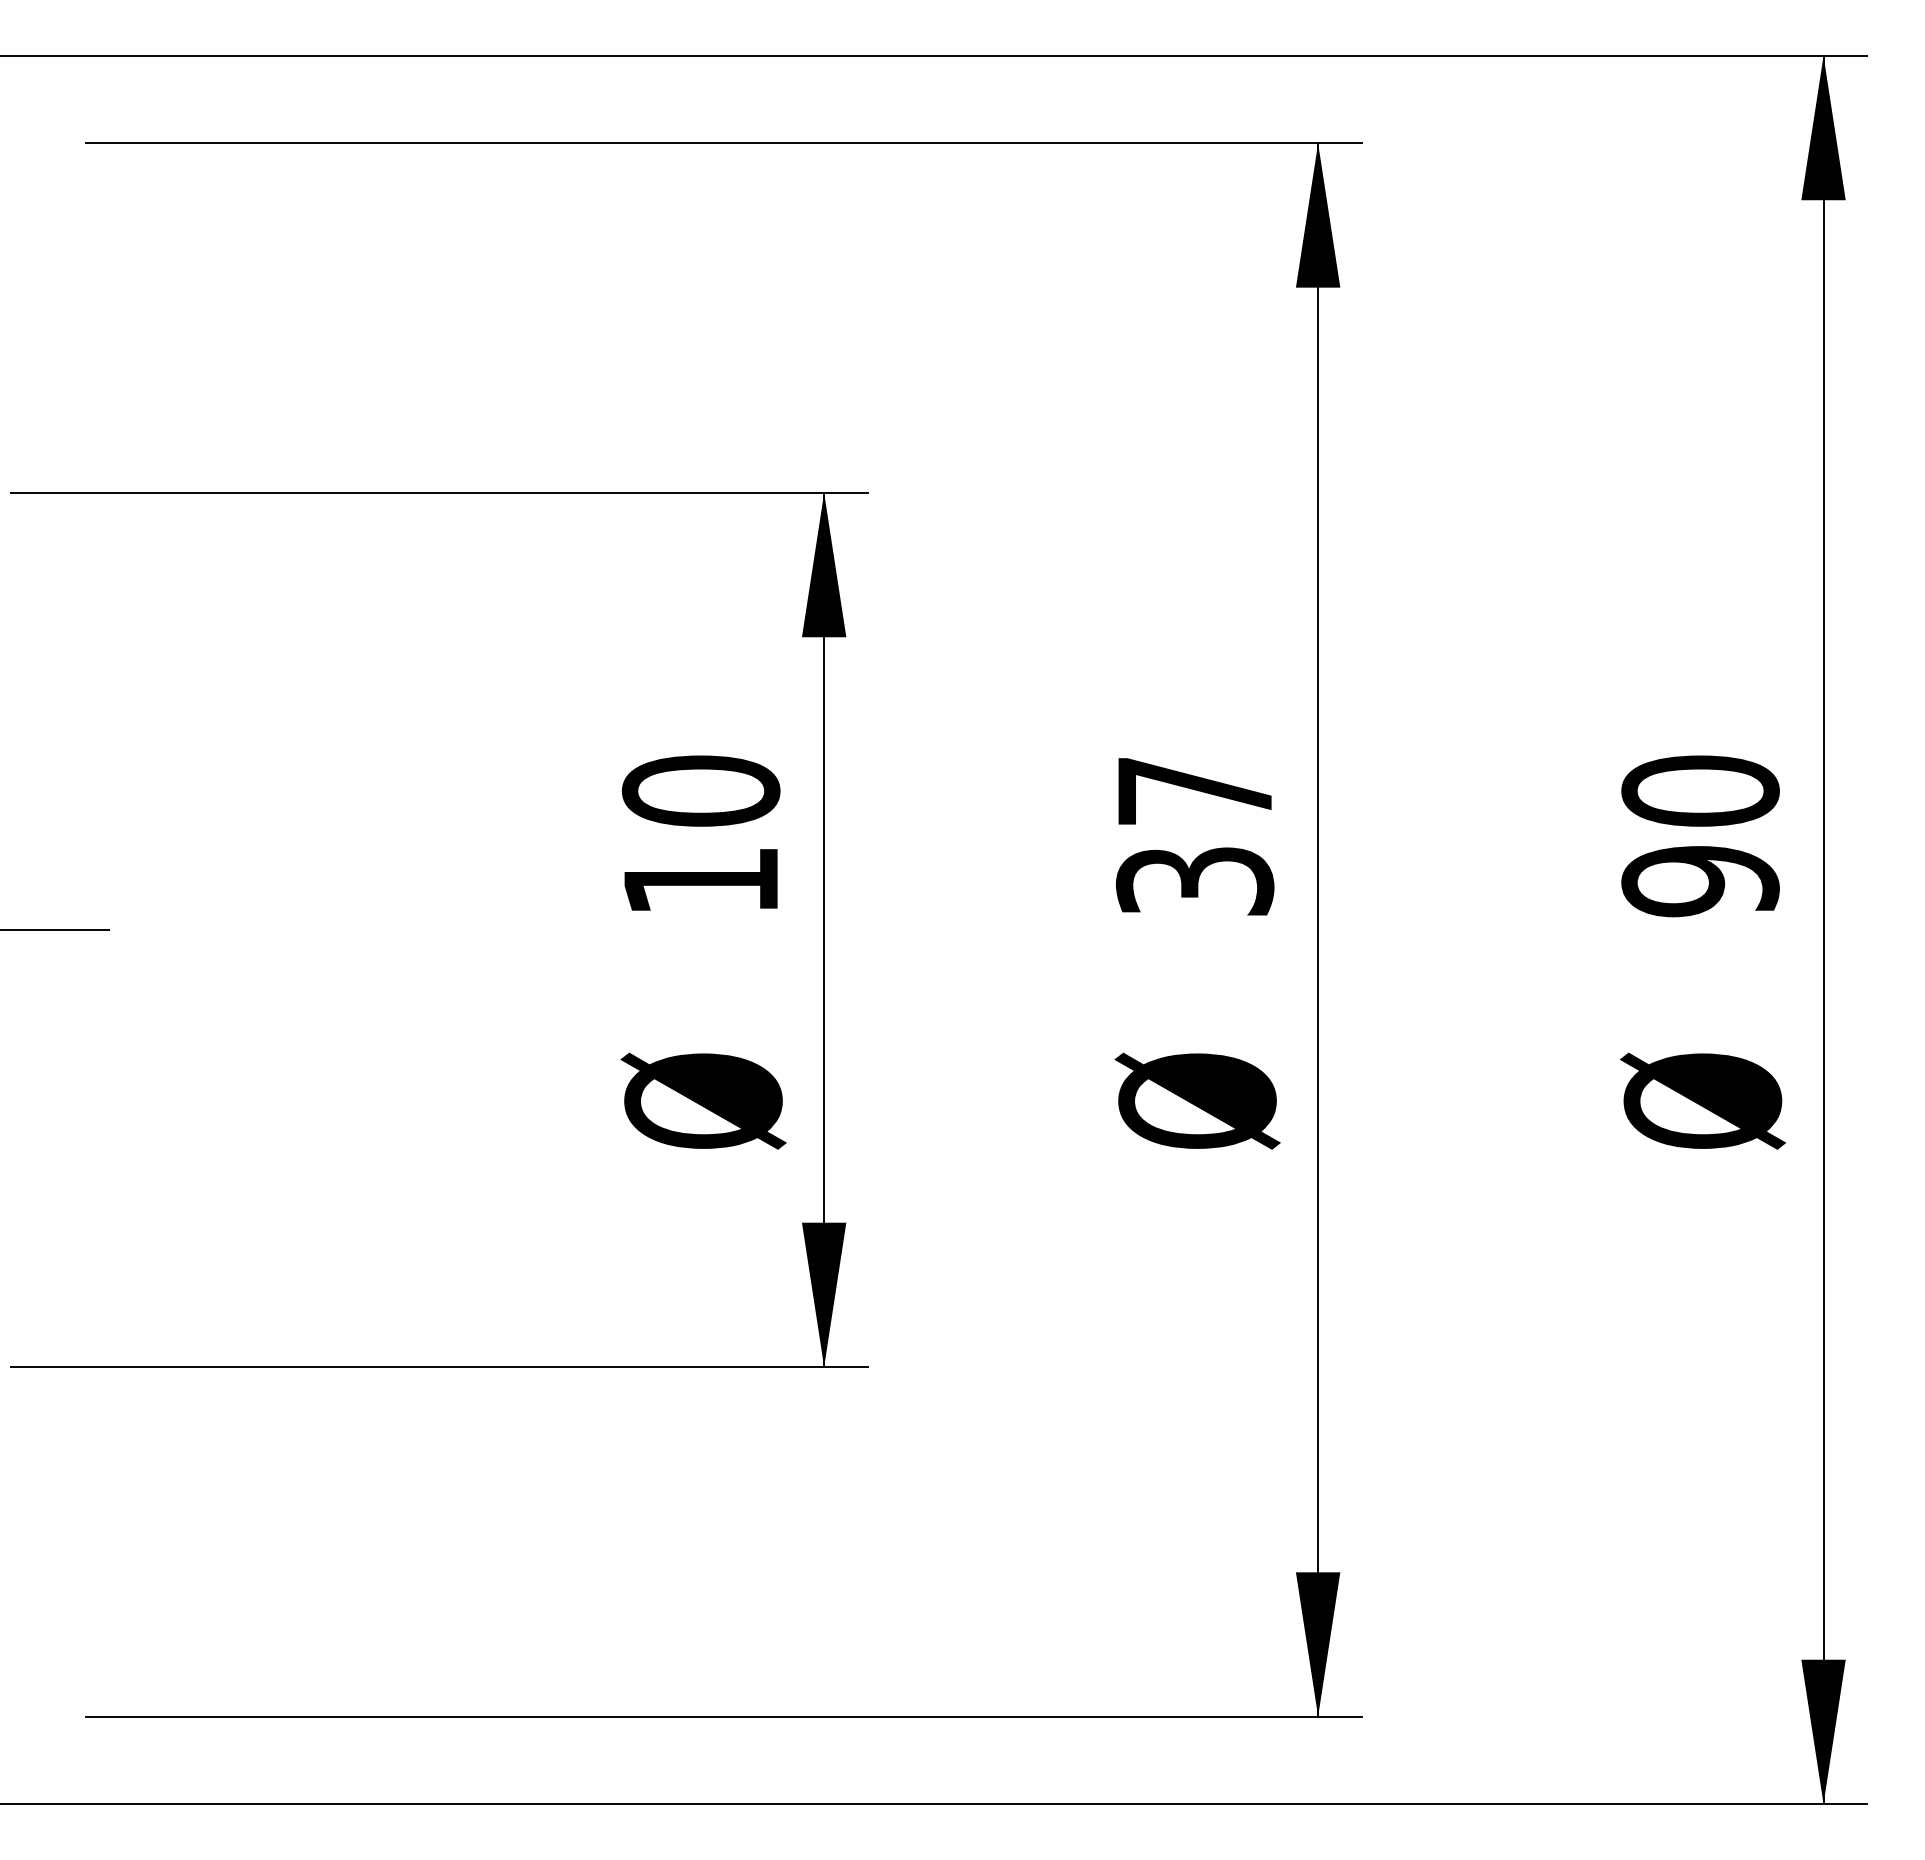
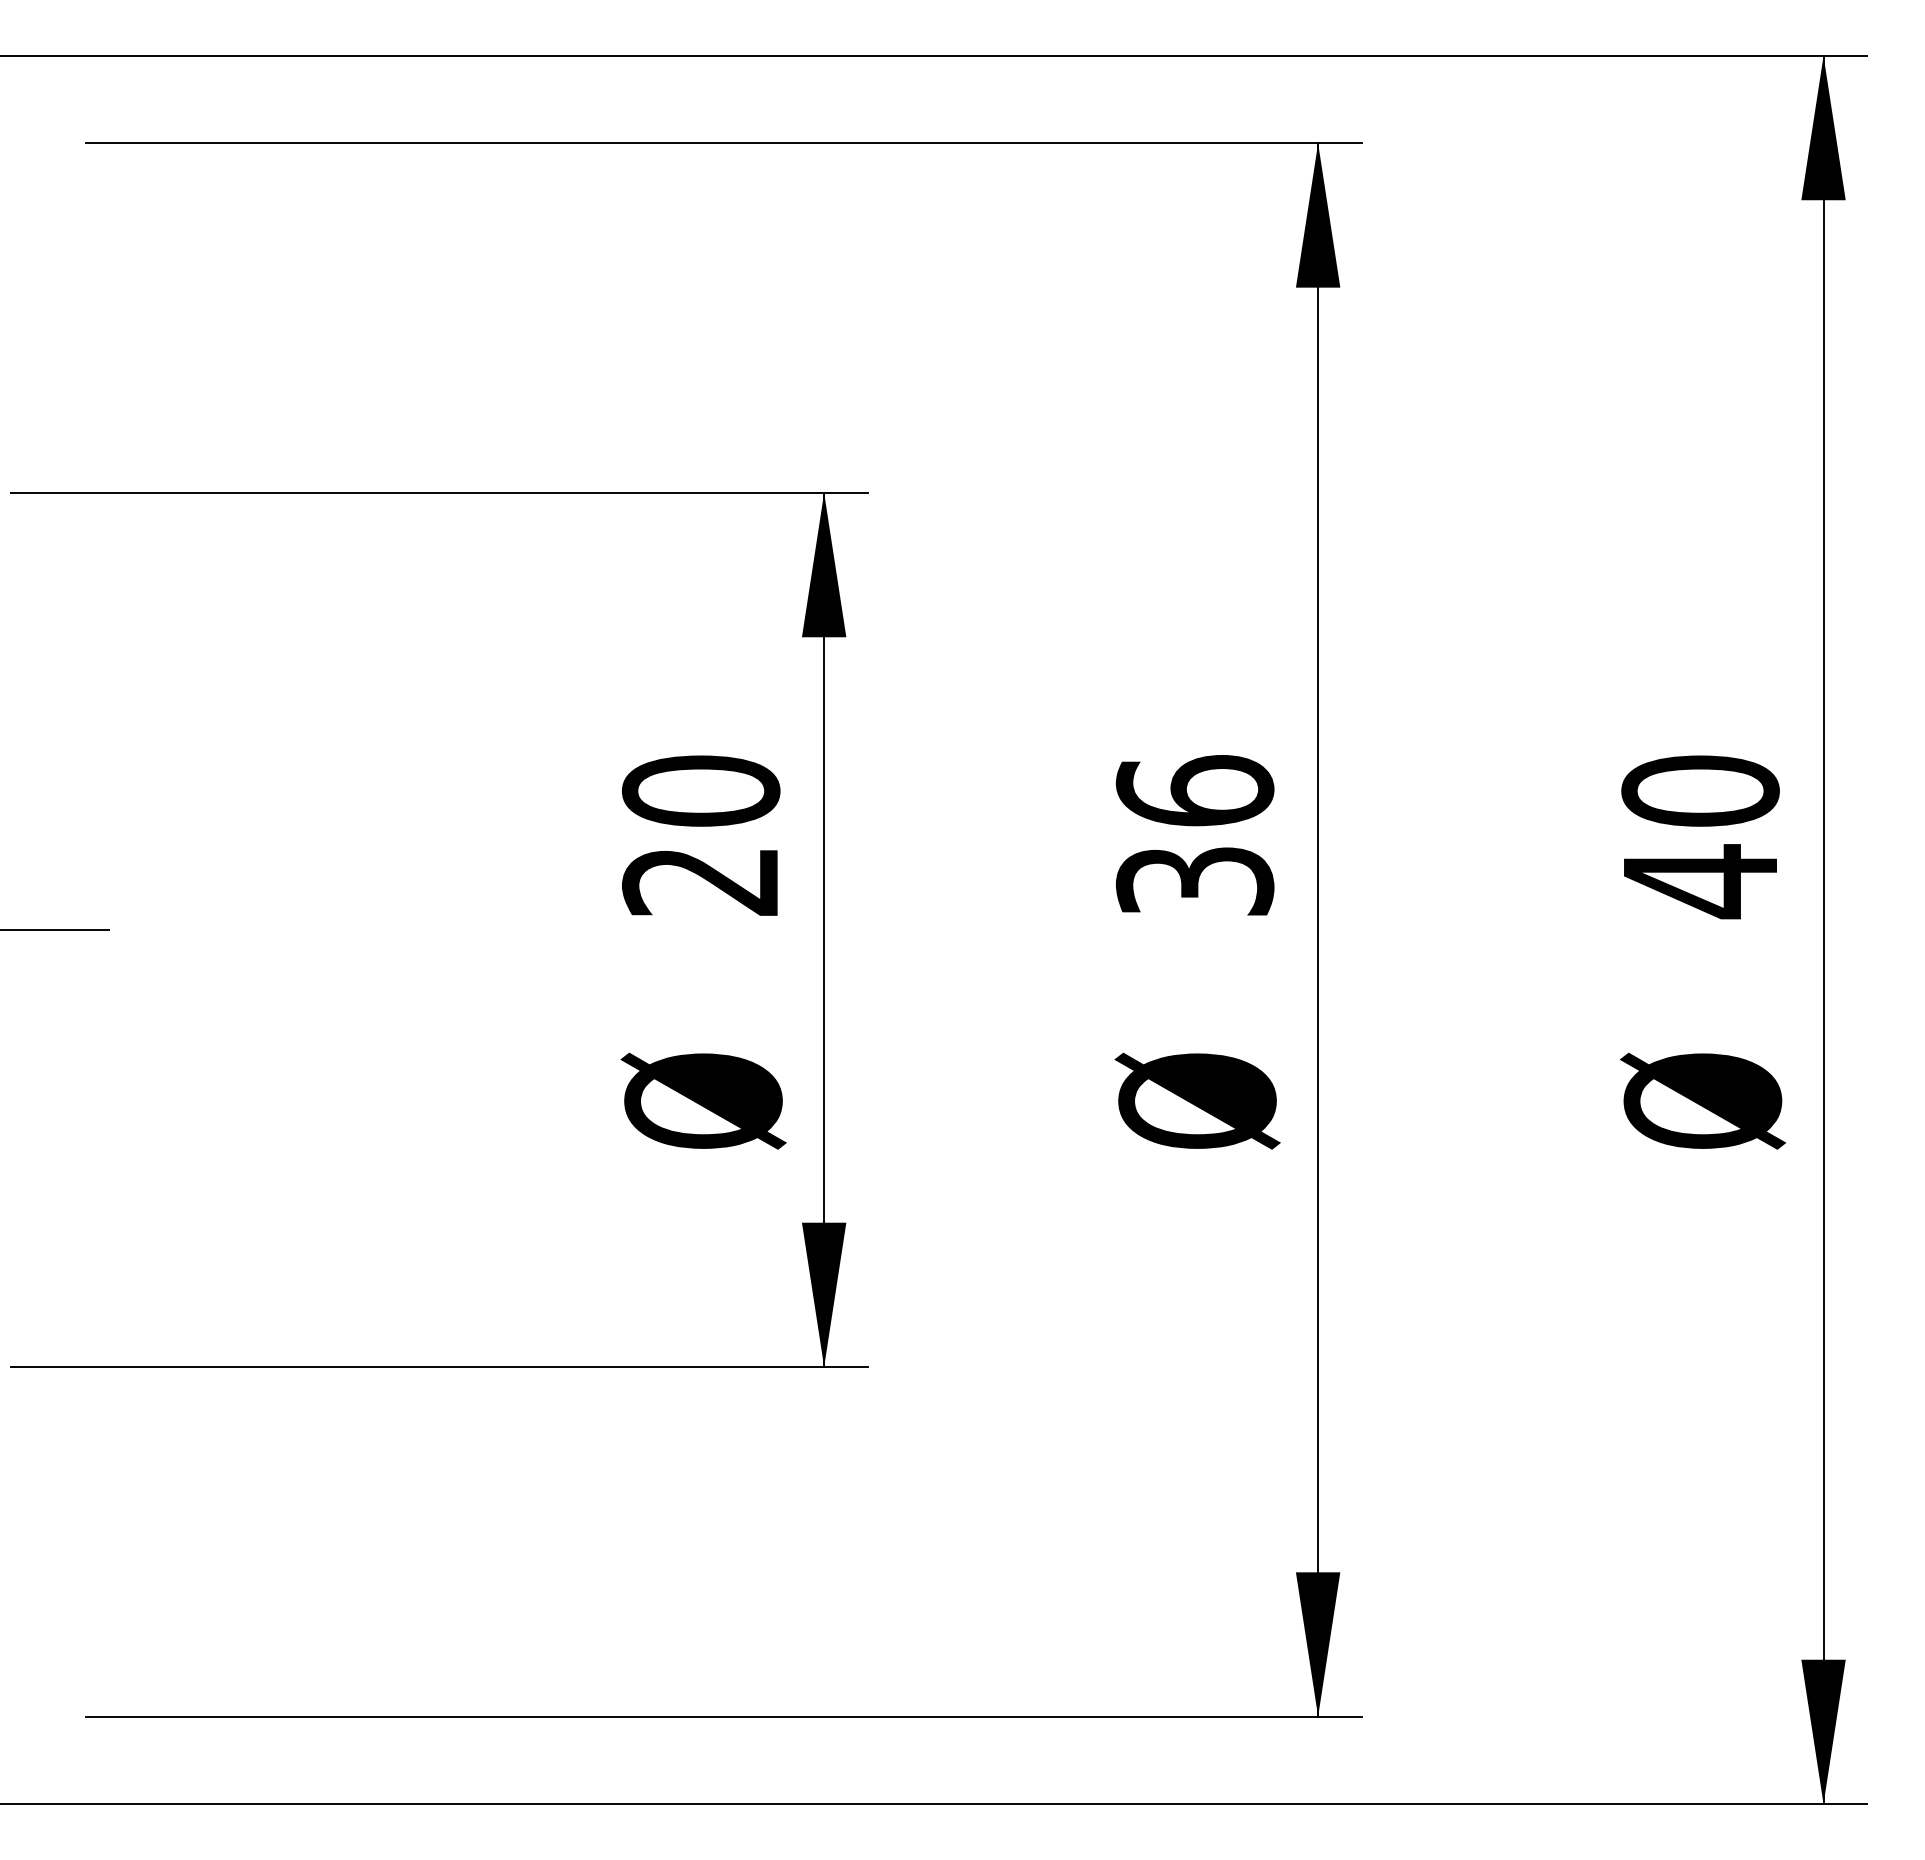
text at (1194, 790): 37 -> 36
text at (1700, 881): 90 -> 40
text at (699, 882): 10 -> 20
